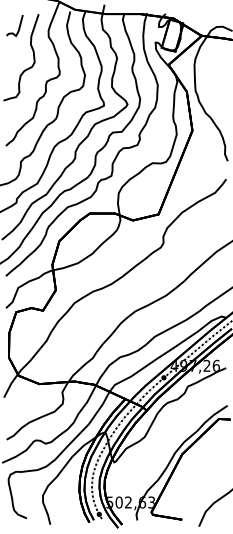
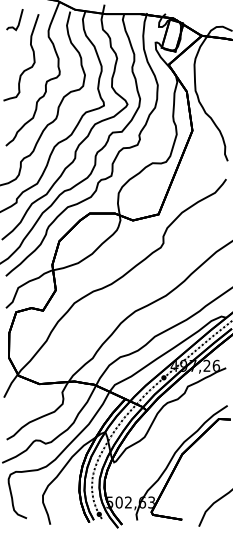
curve at (18, 27) position: (18, 27) -> (18, 21)
